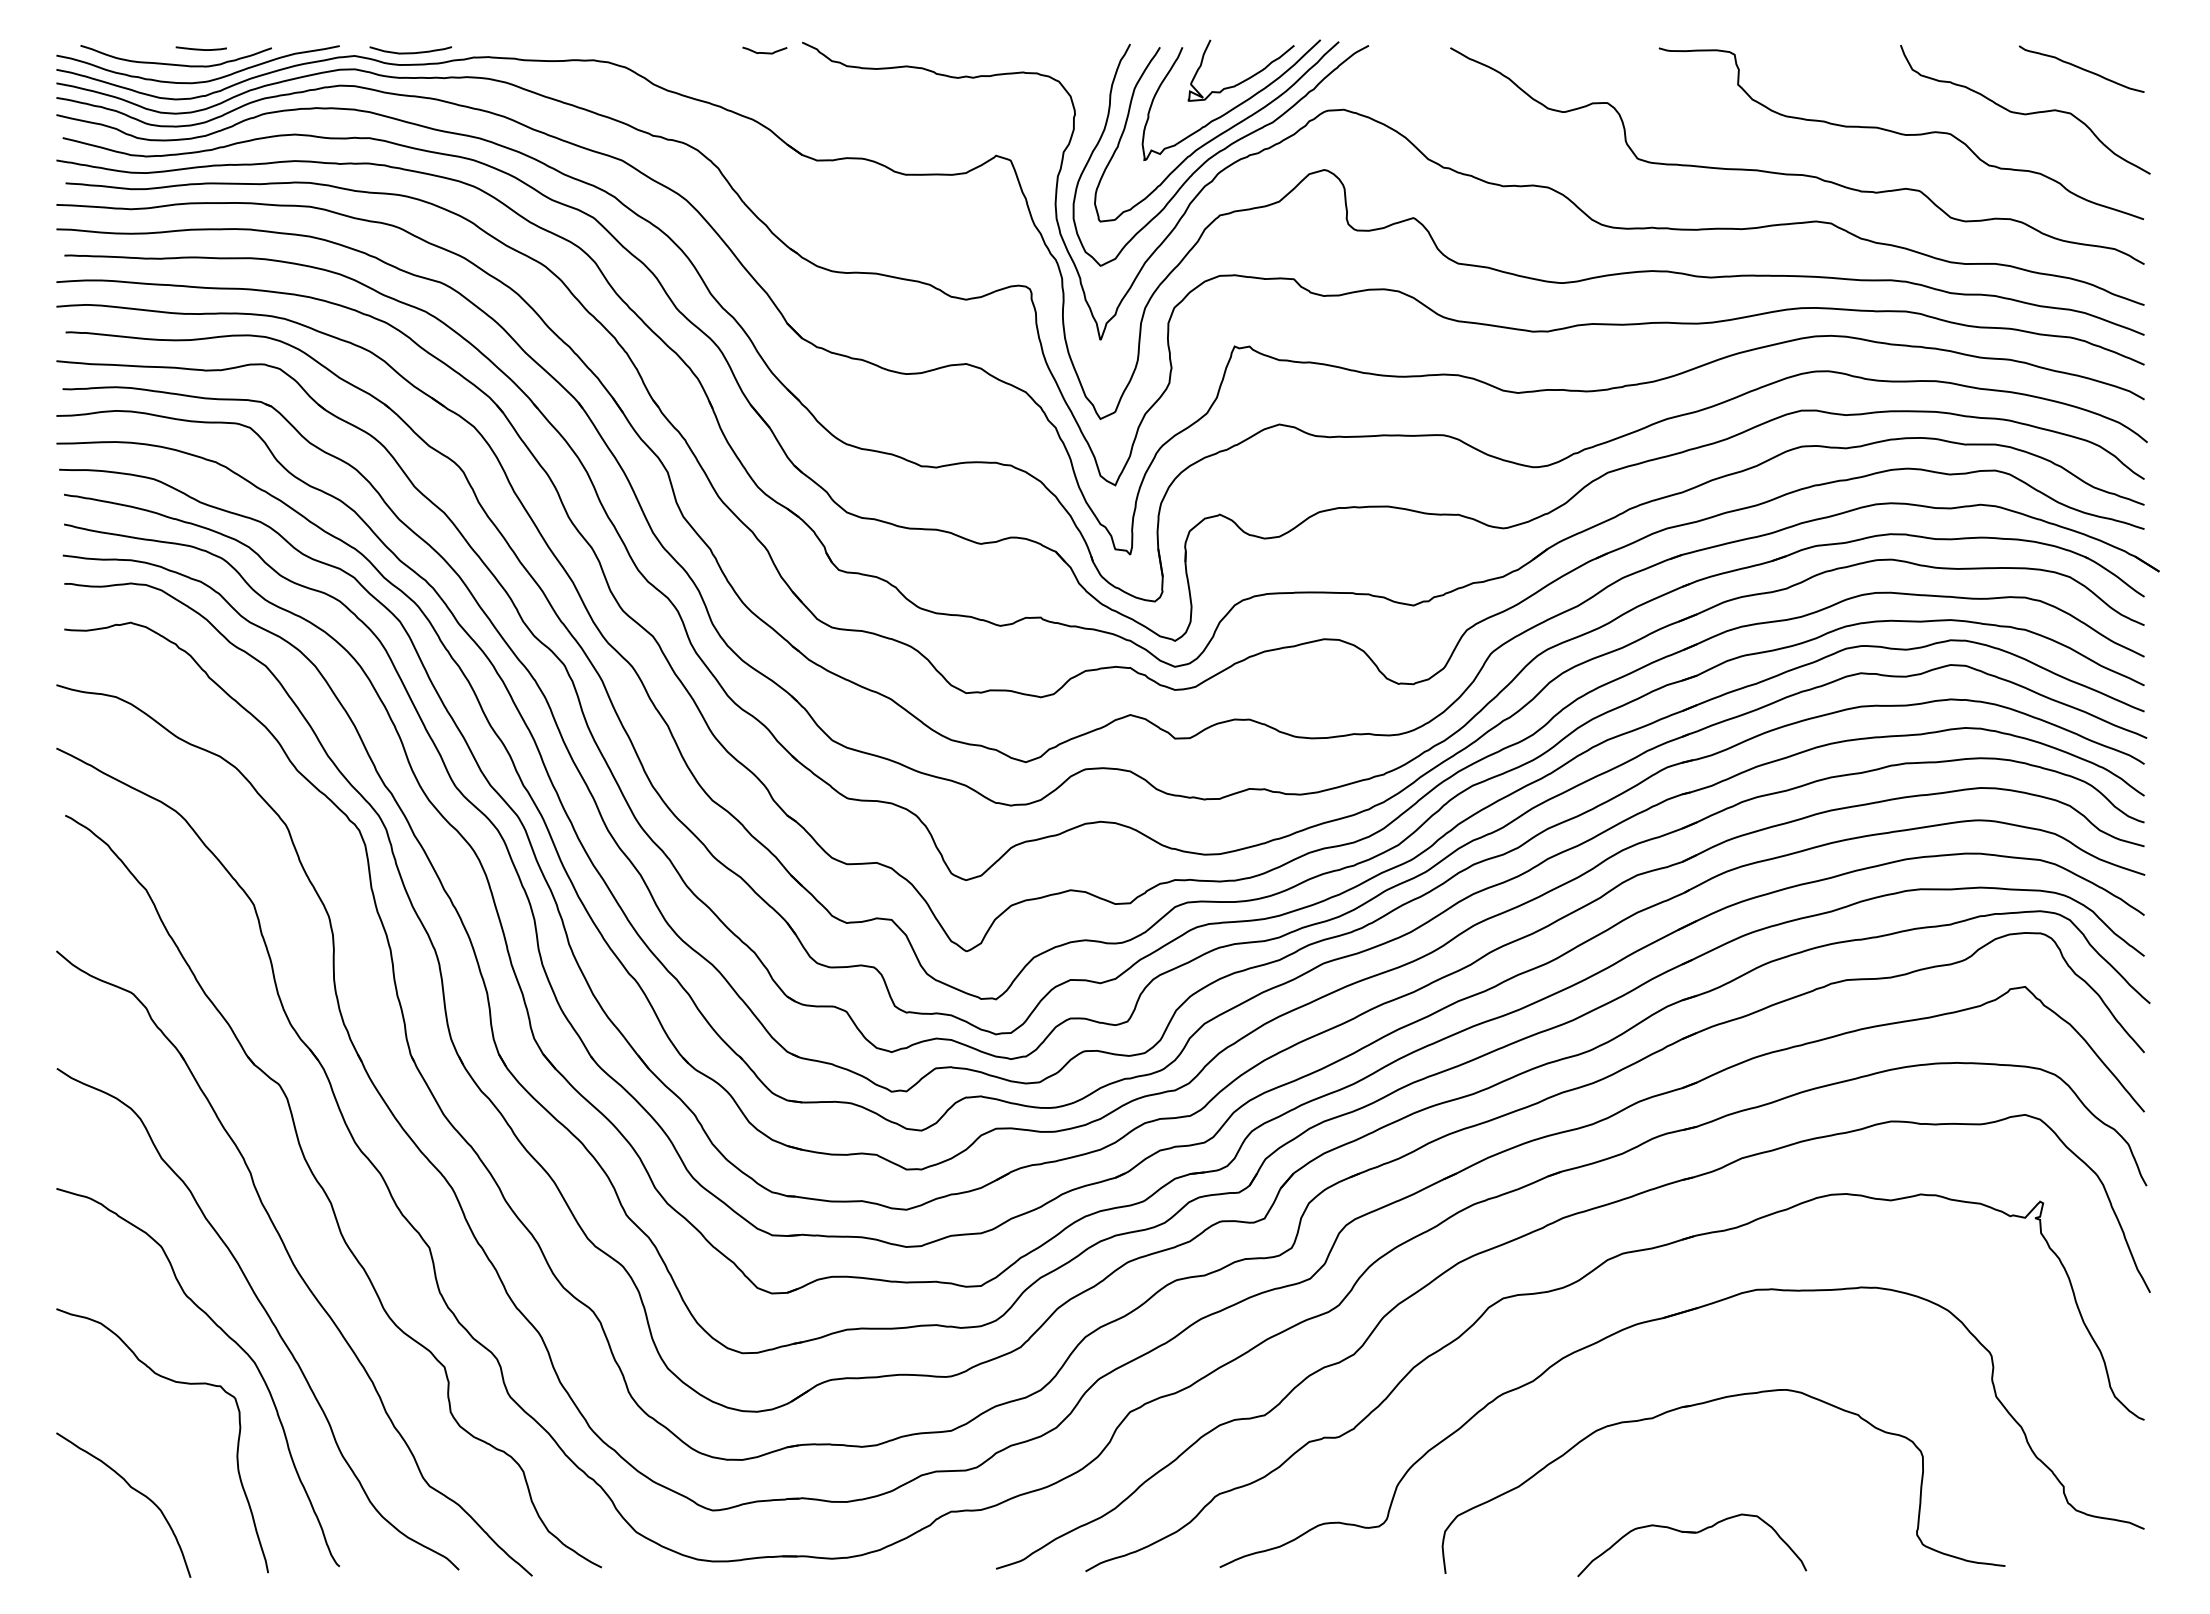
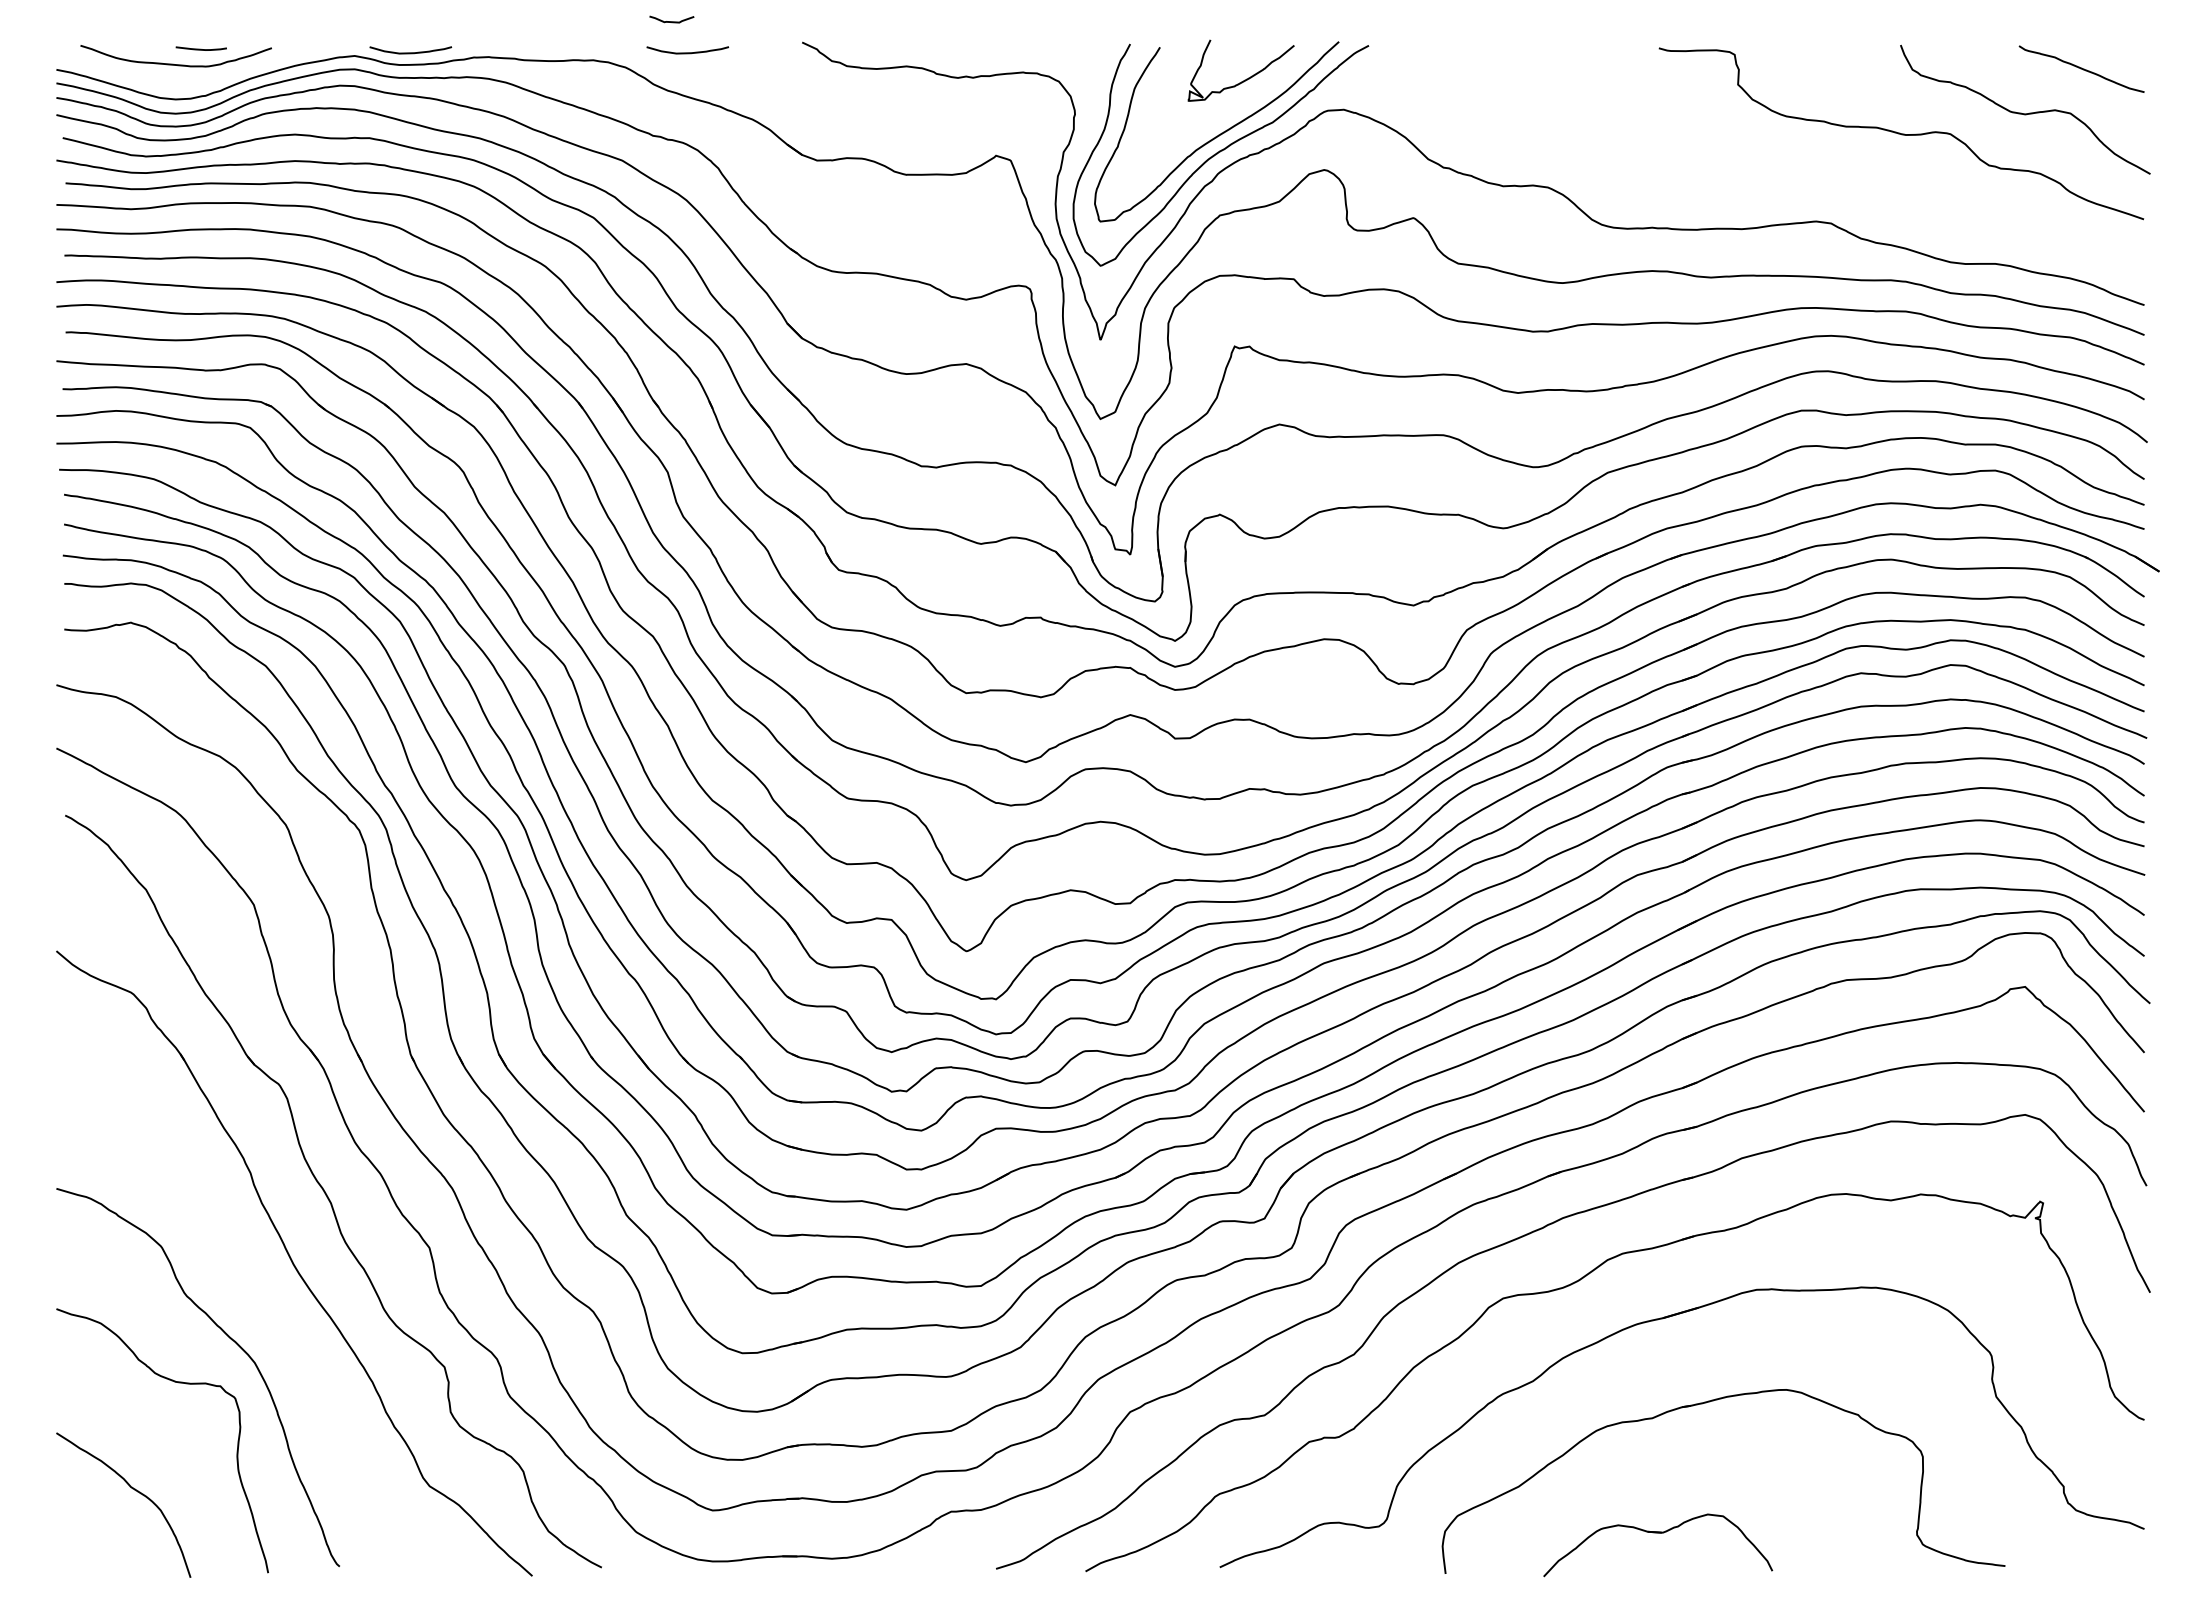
curve at (687, 52): none -> present
curve at (764, 52) position: (764, 52) -> (671, 21)
curve at (197, 81): present -> none
curve at (1236, 105): present -> none
curve at (1796, 173): present -> none
curve at (266, 1314): present -> none
part at (1692, 1533) position: (1692, 1533) -> (1658, 1533)
